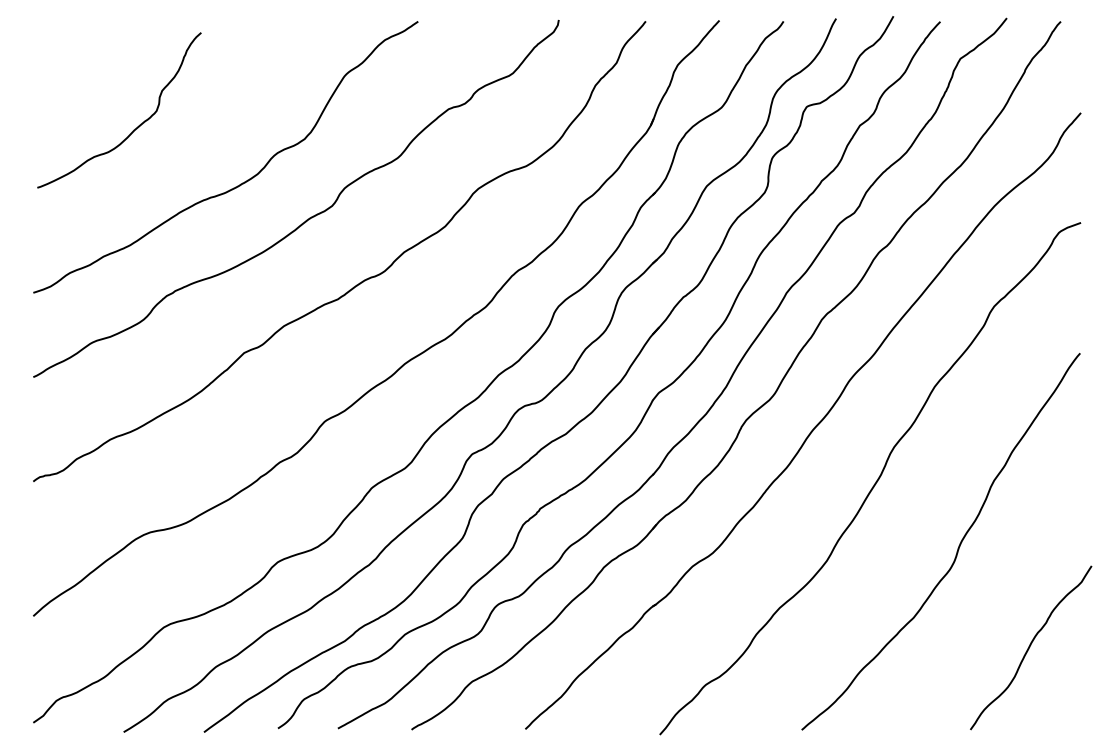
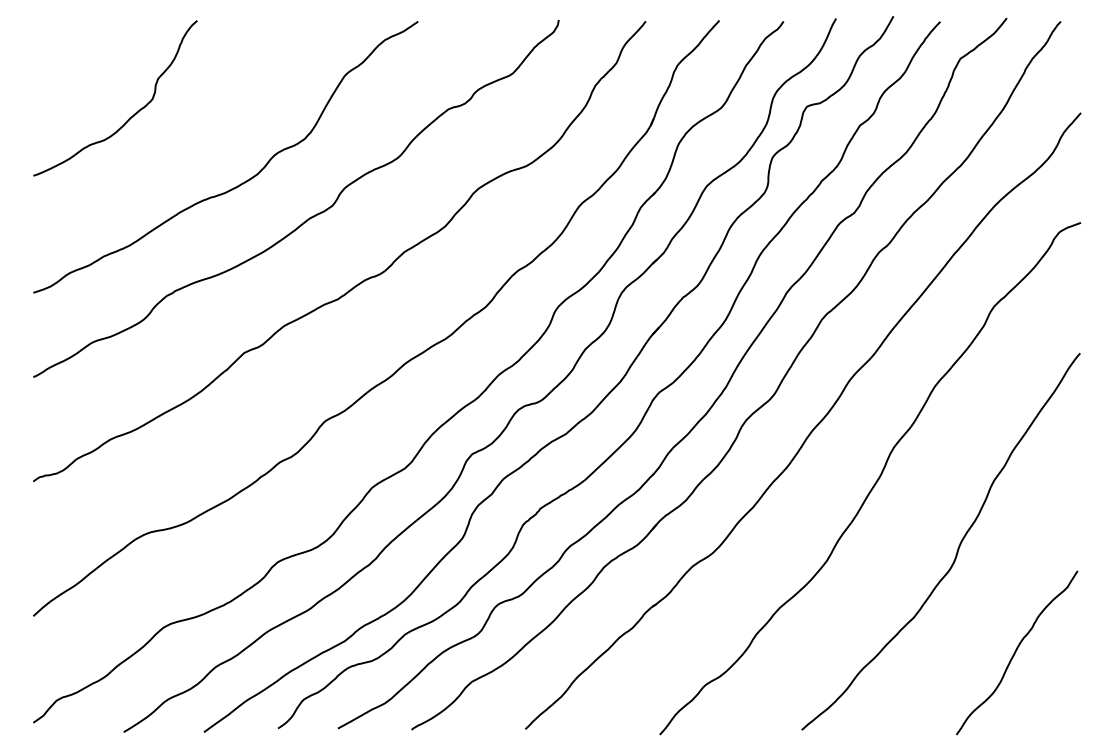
curve at (133, 129) position: (133, 129) -> (129, 117)
curve at (1030, 647) position: (1030, 647) -> (1016, 652)
